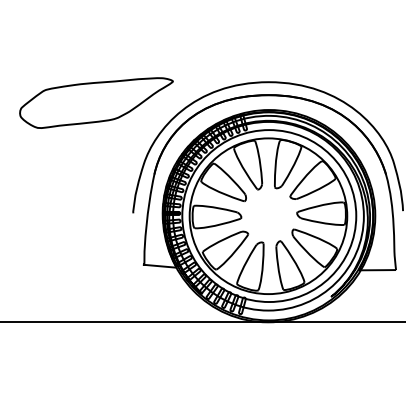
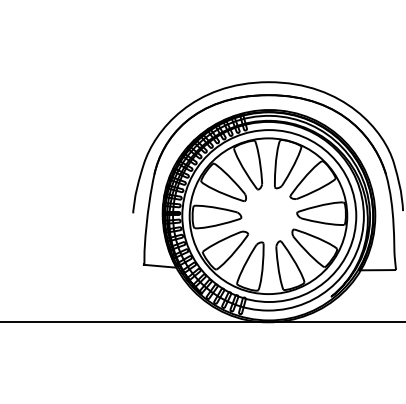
part at (96, 102): present -> none
